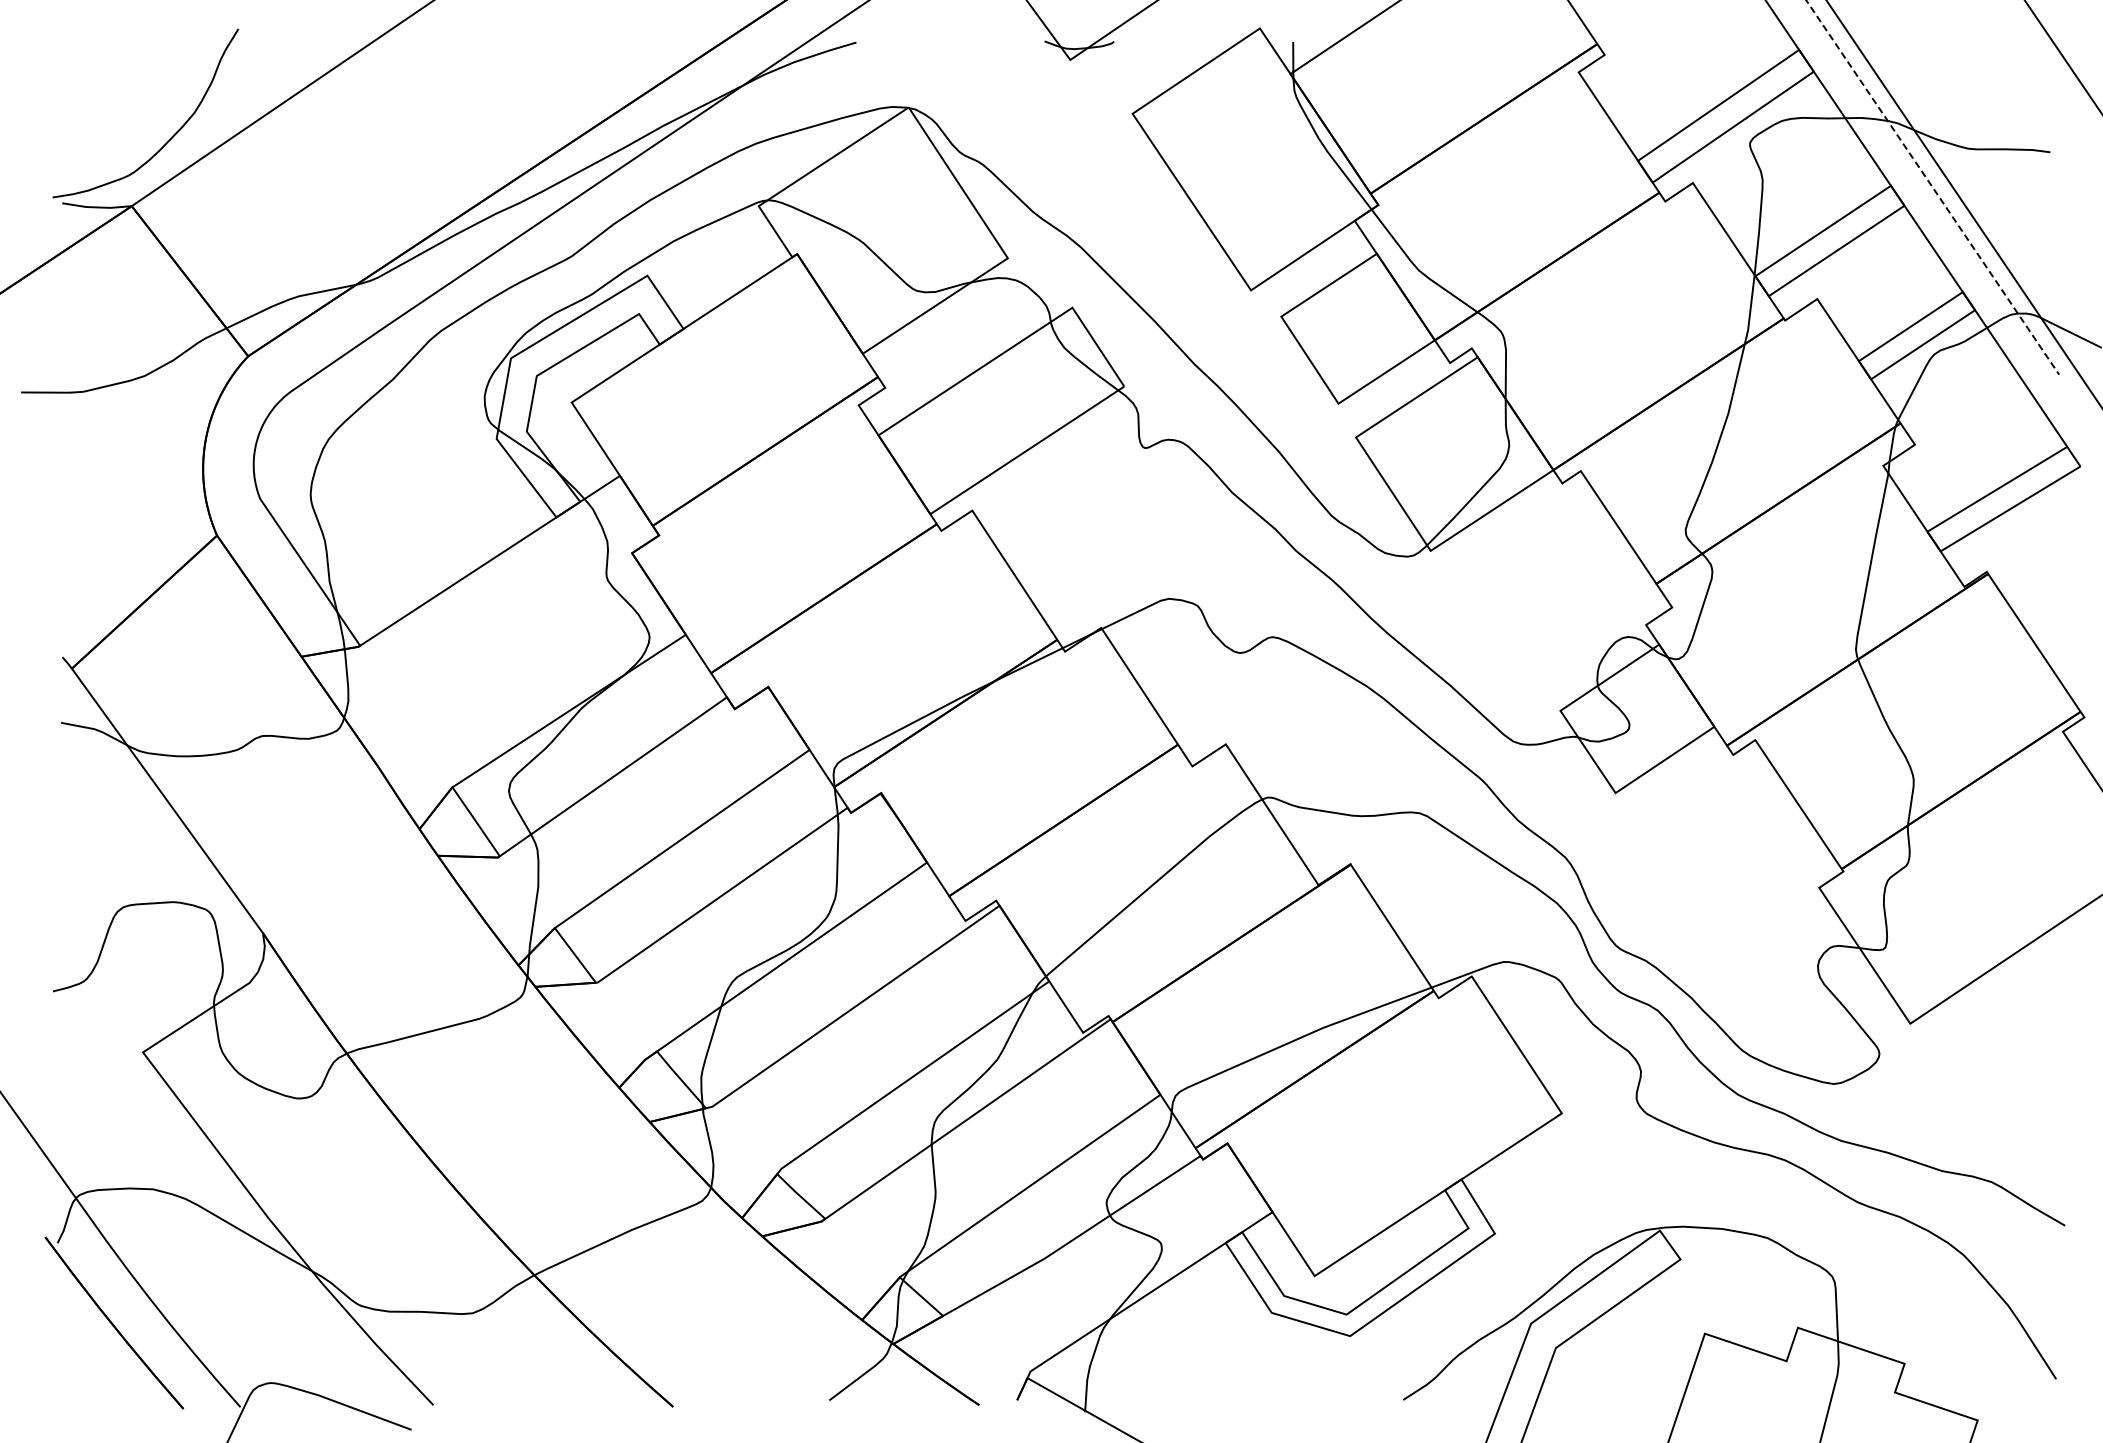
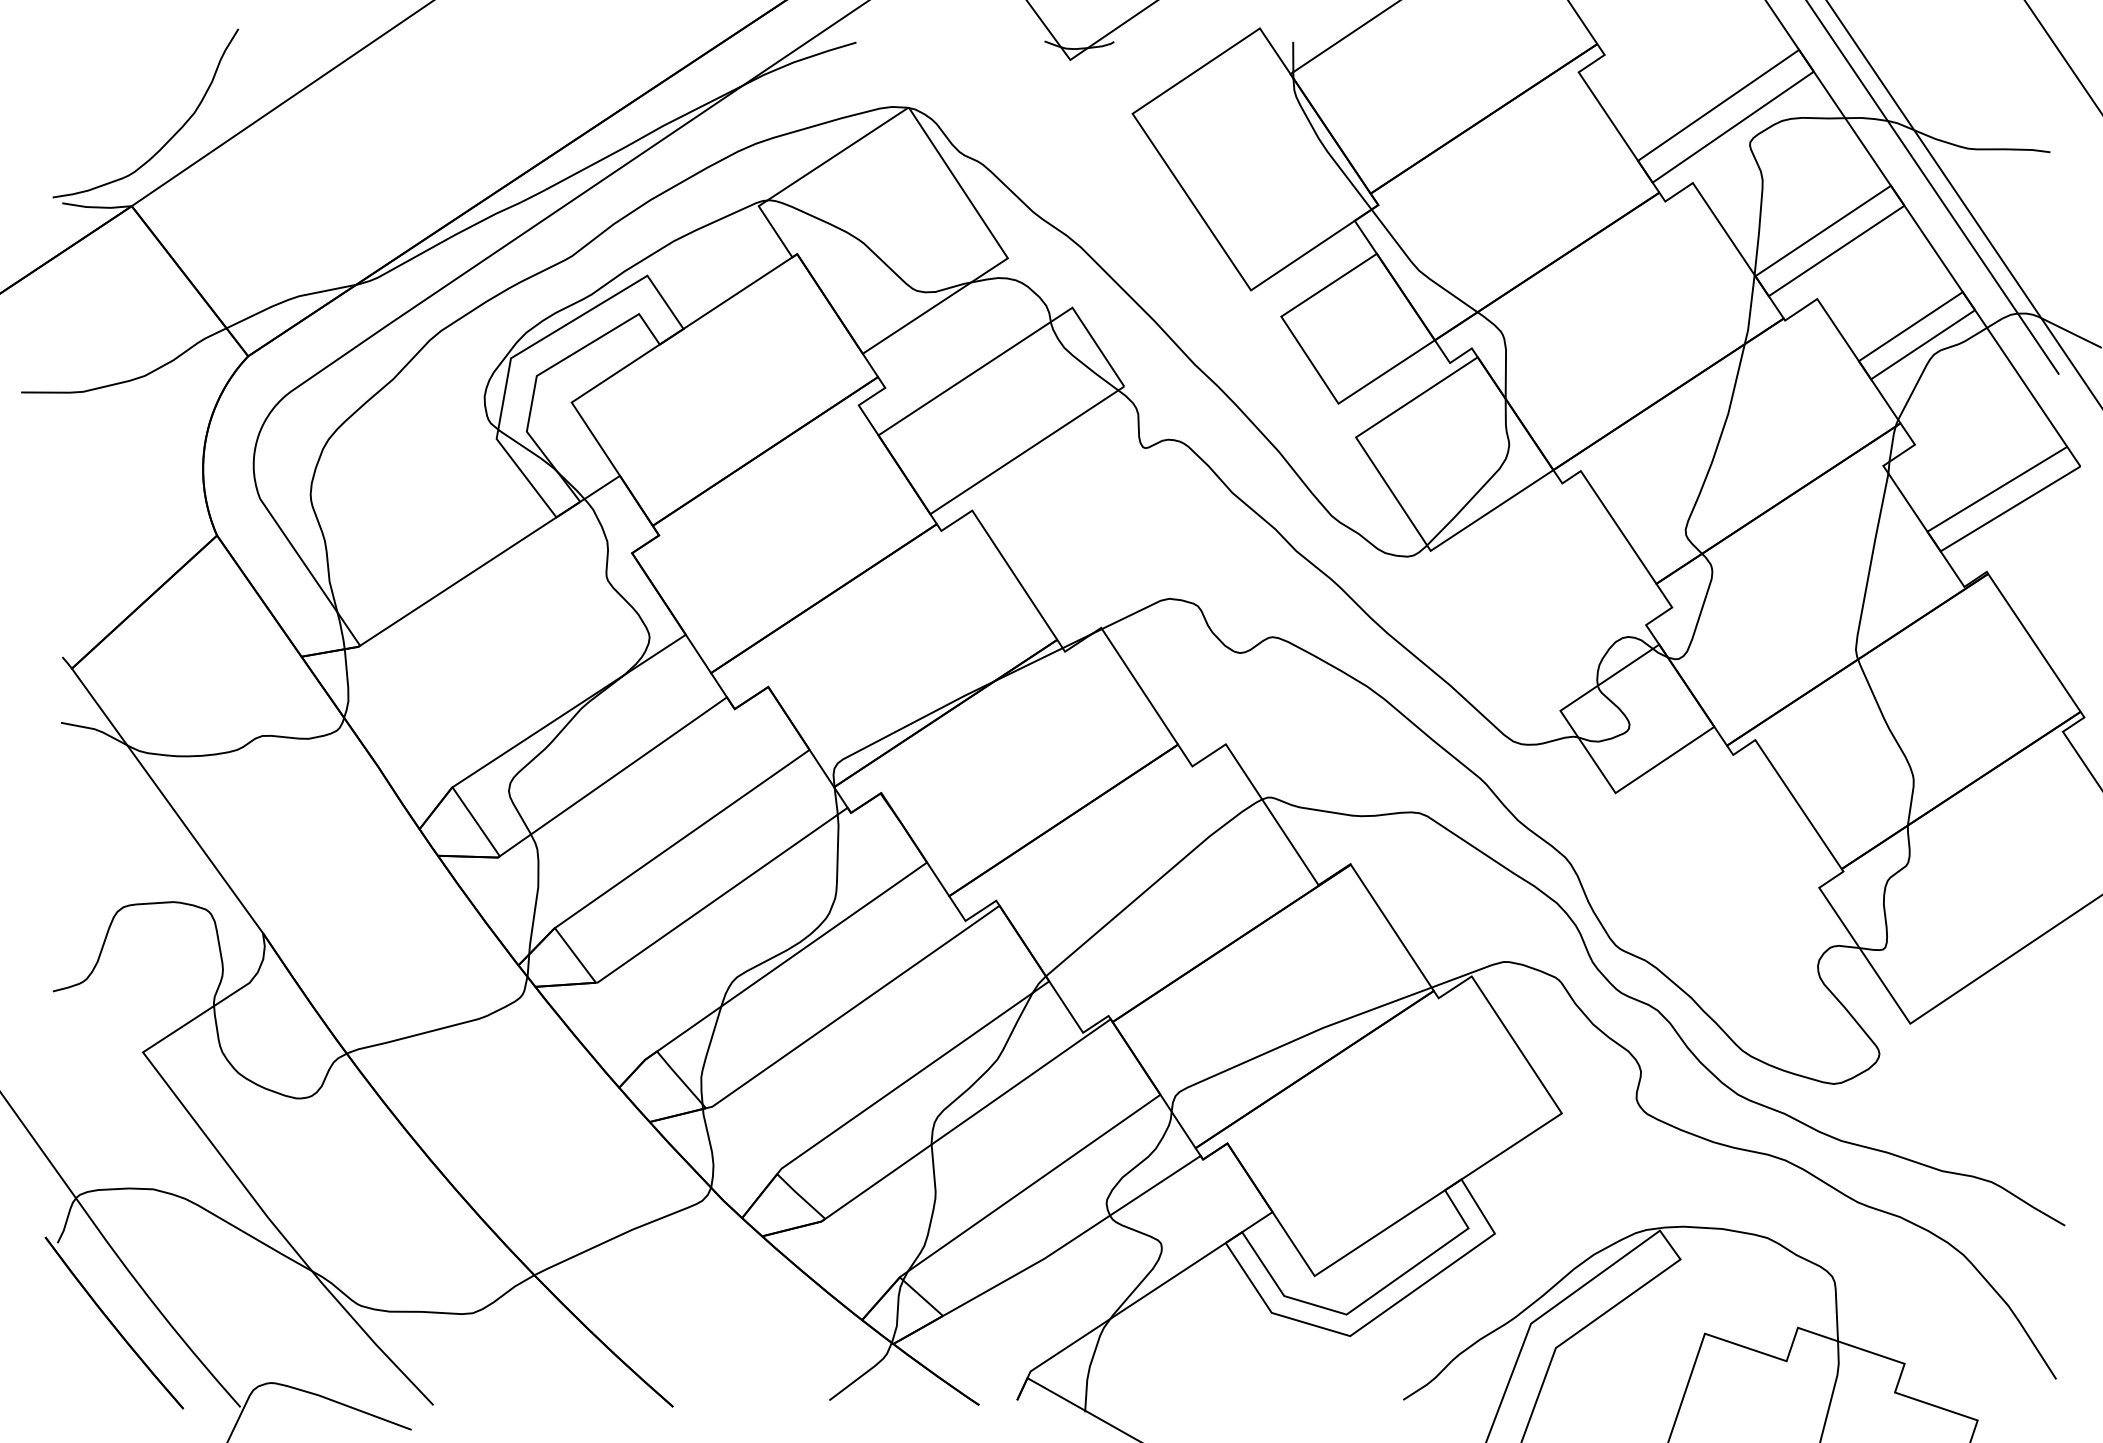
line at (1932, 187): dashed -> solid
